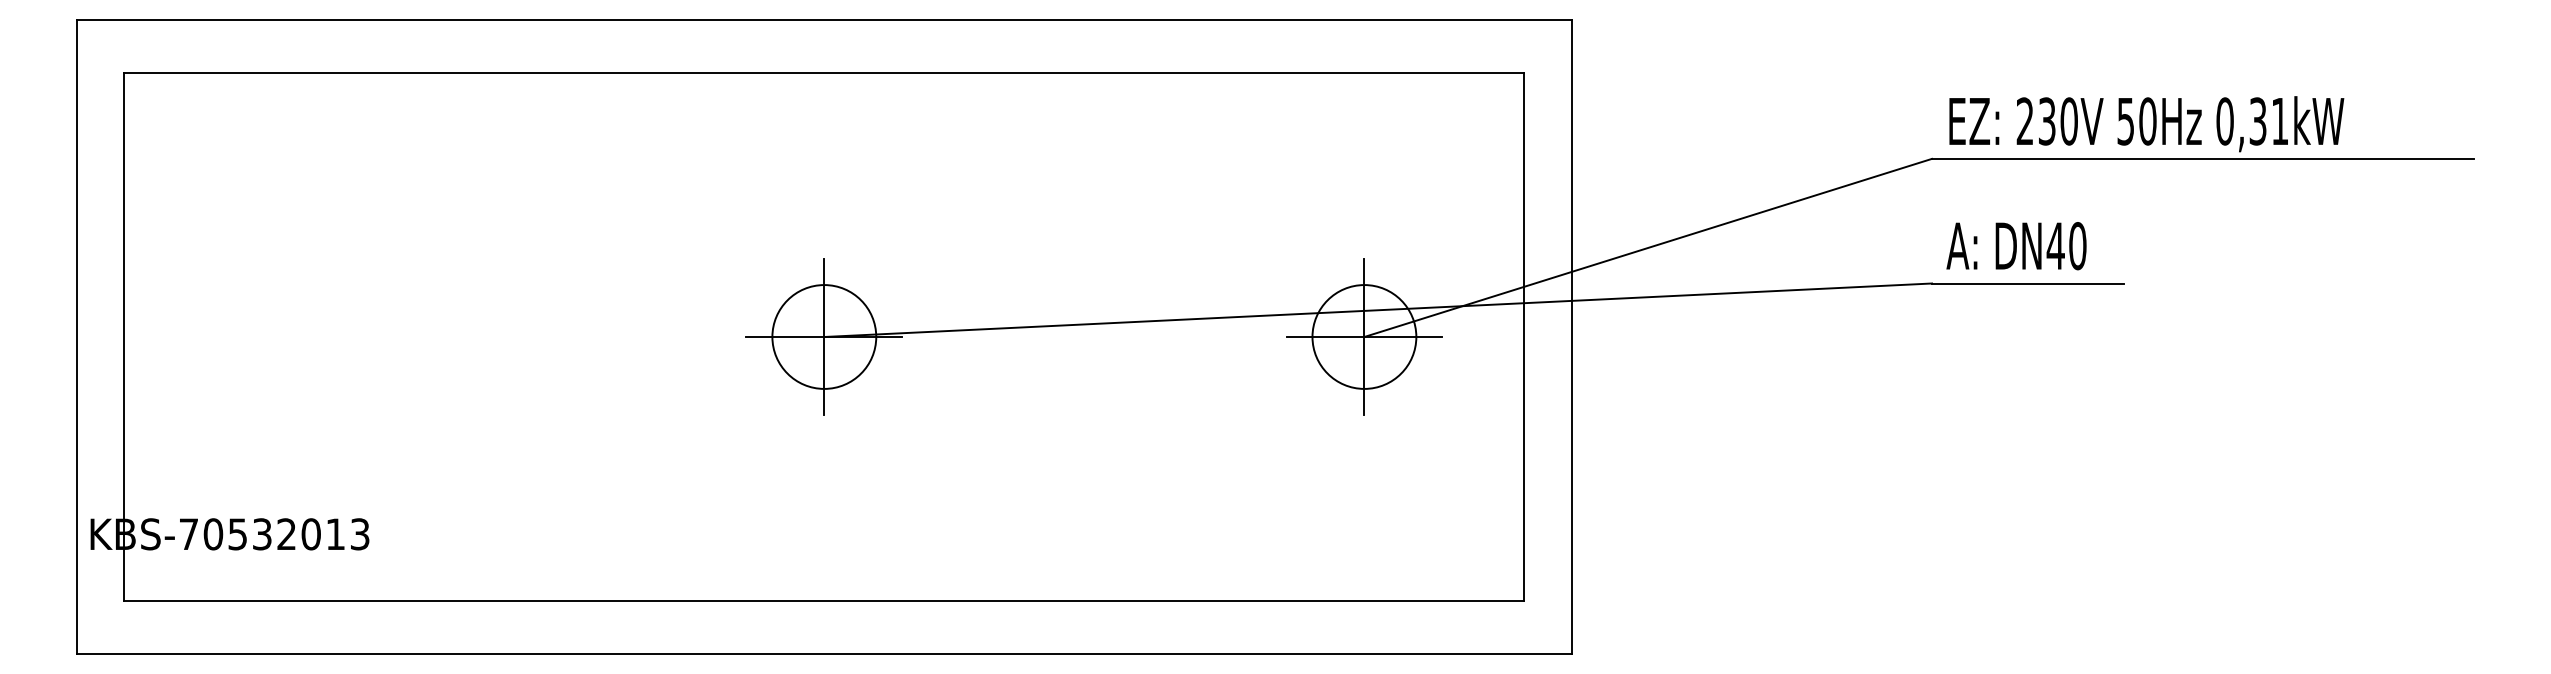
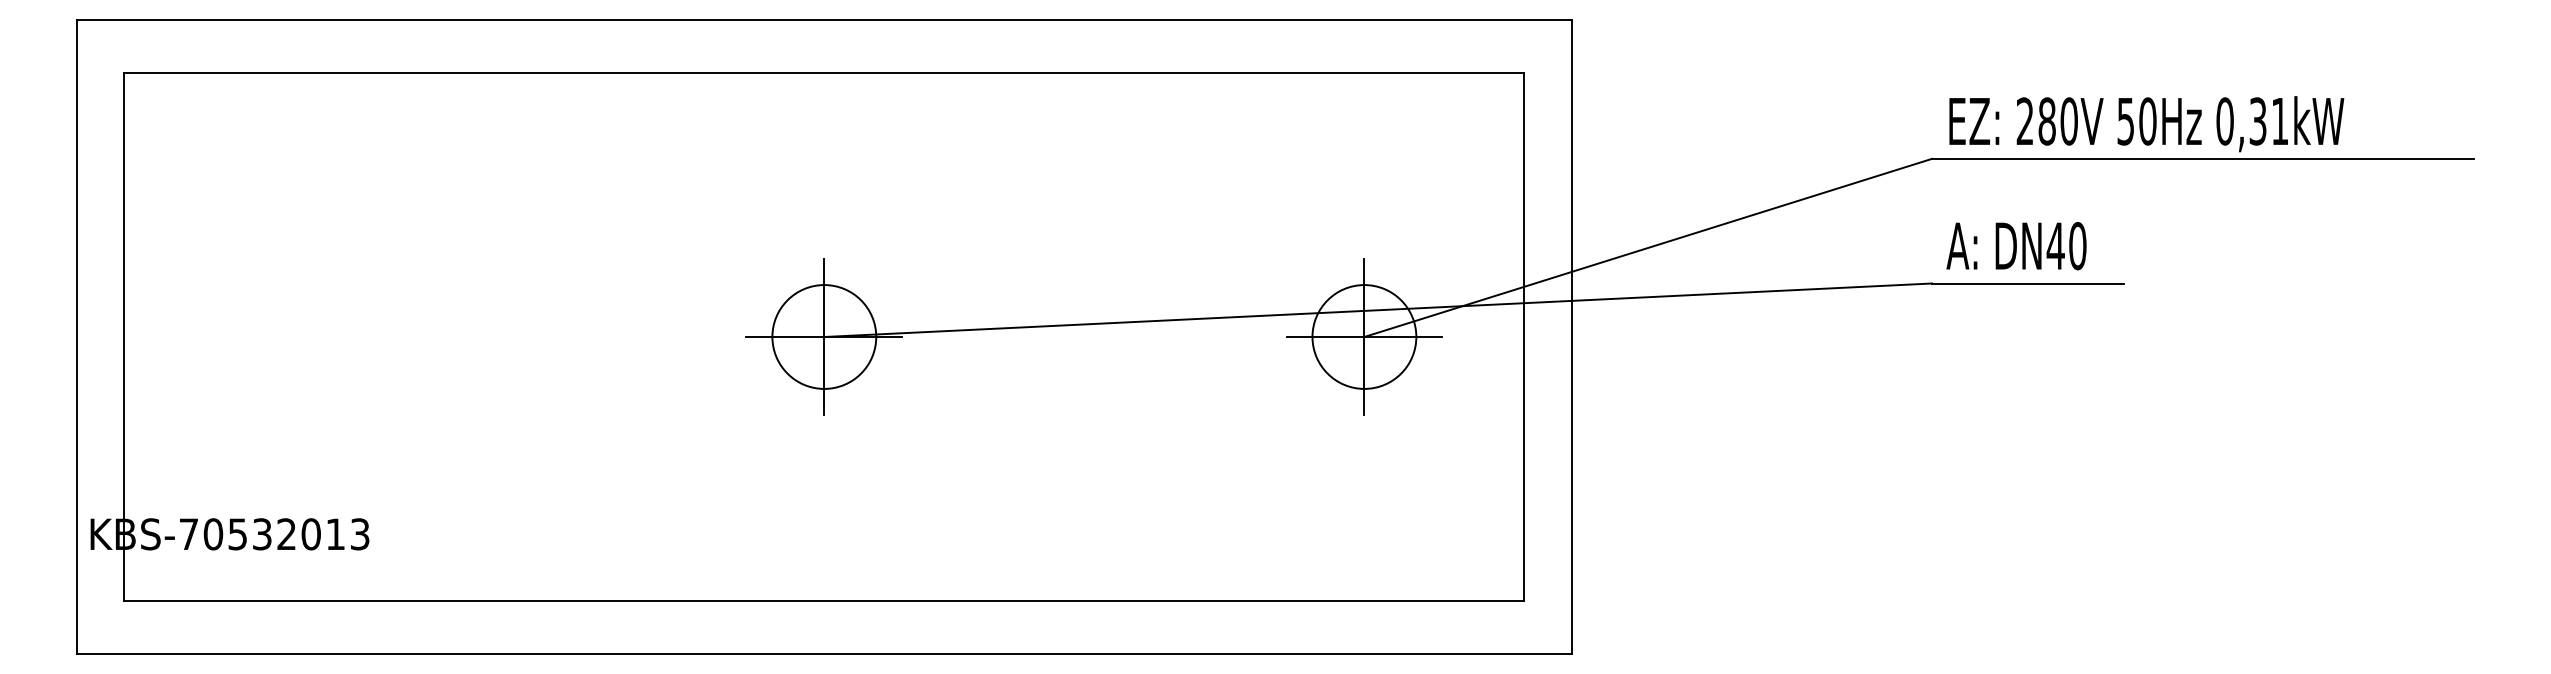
text at (2046, 121): 230V -> 280V
